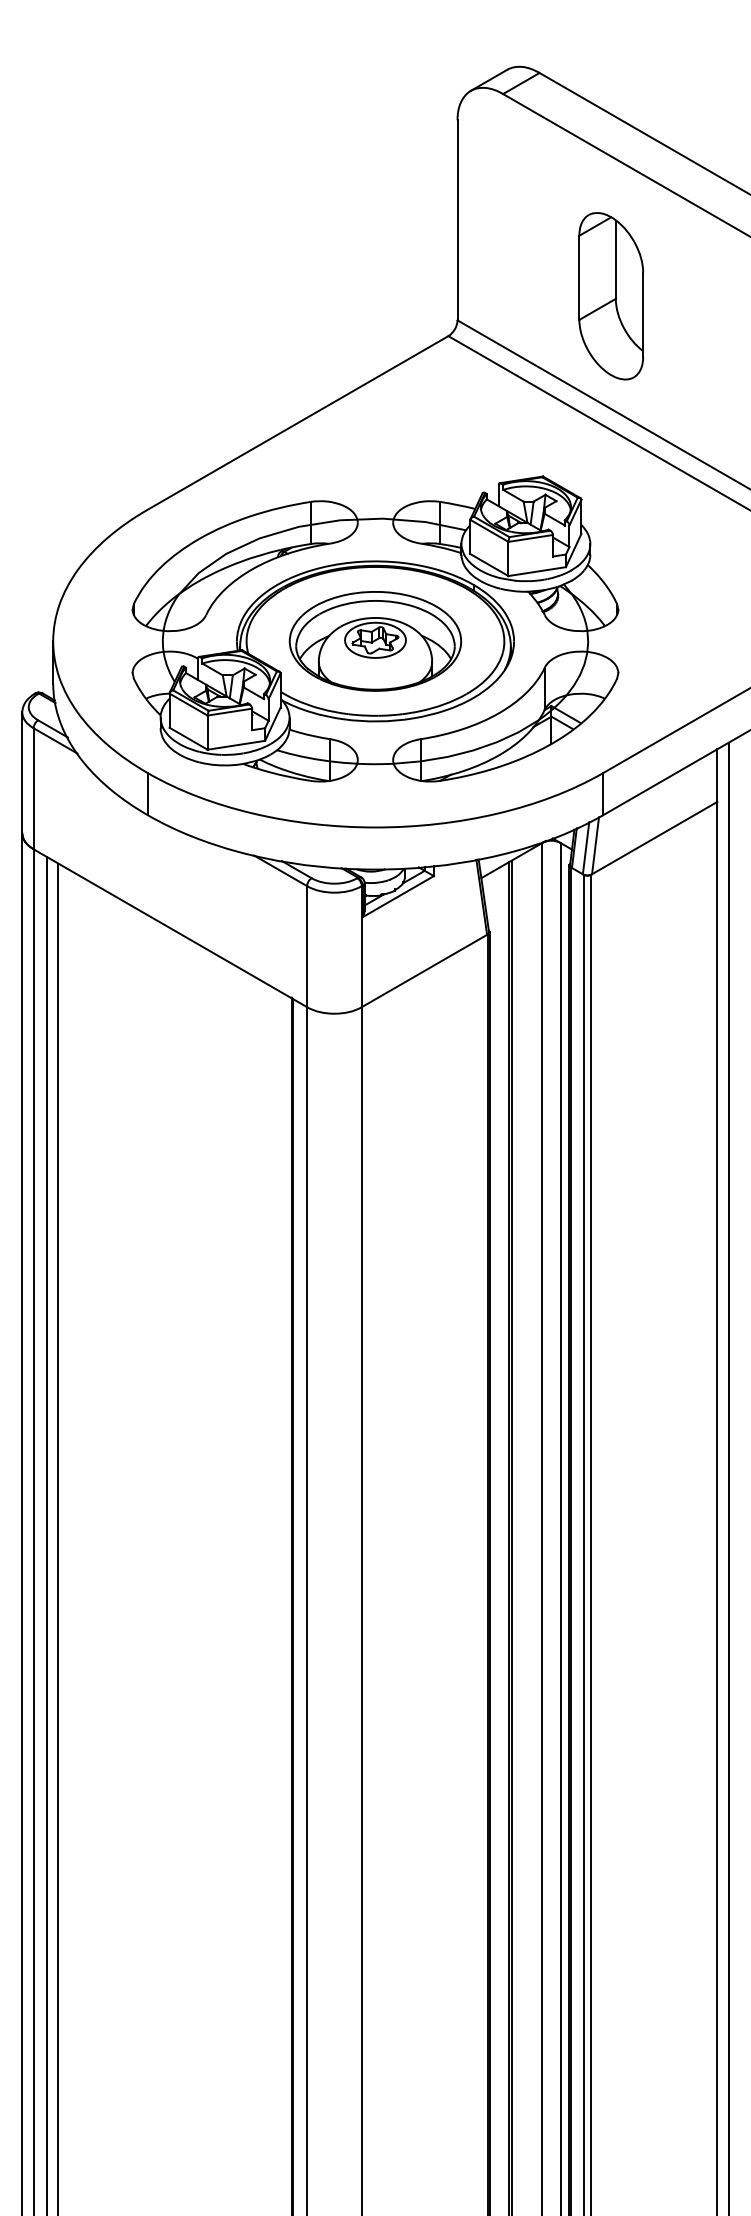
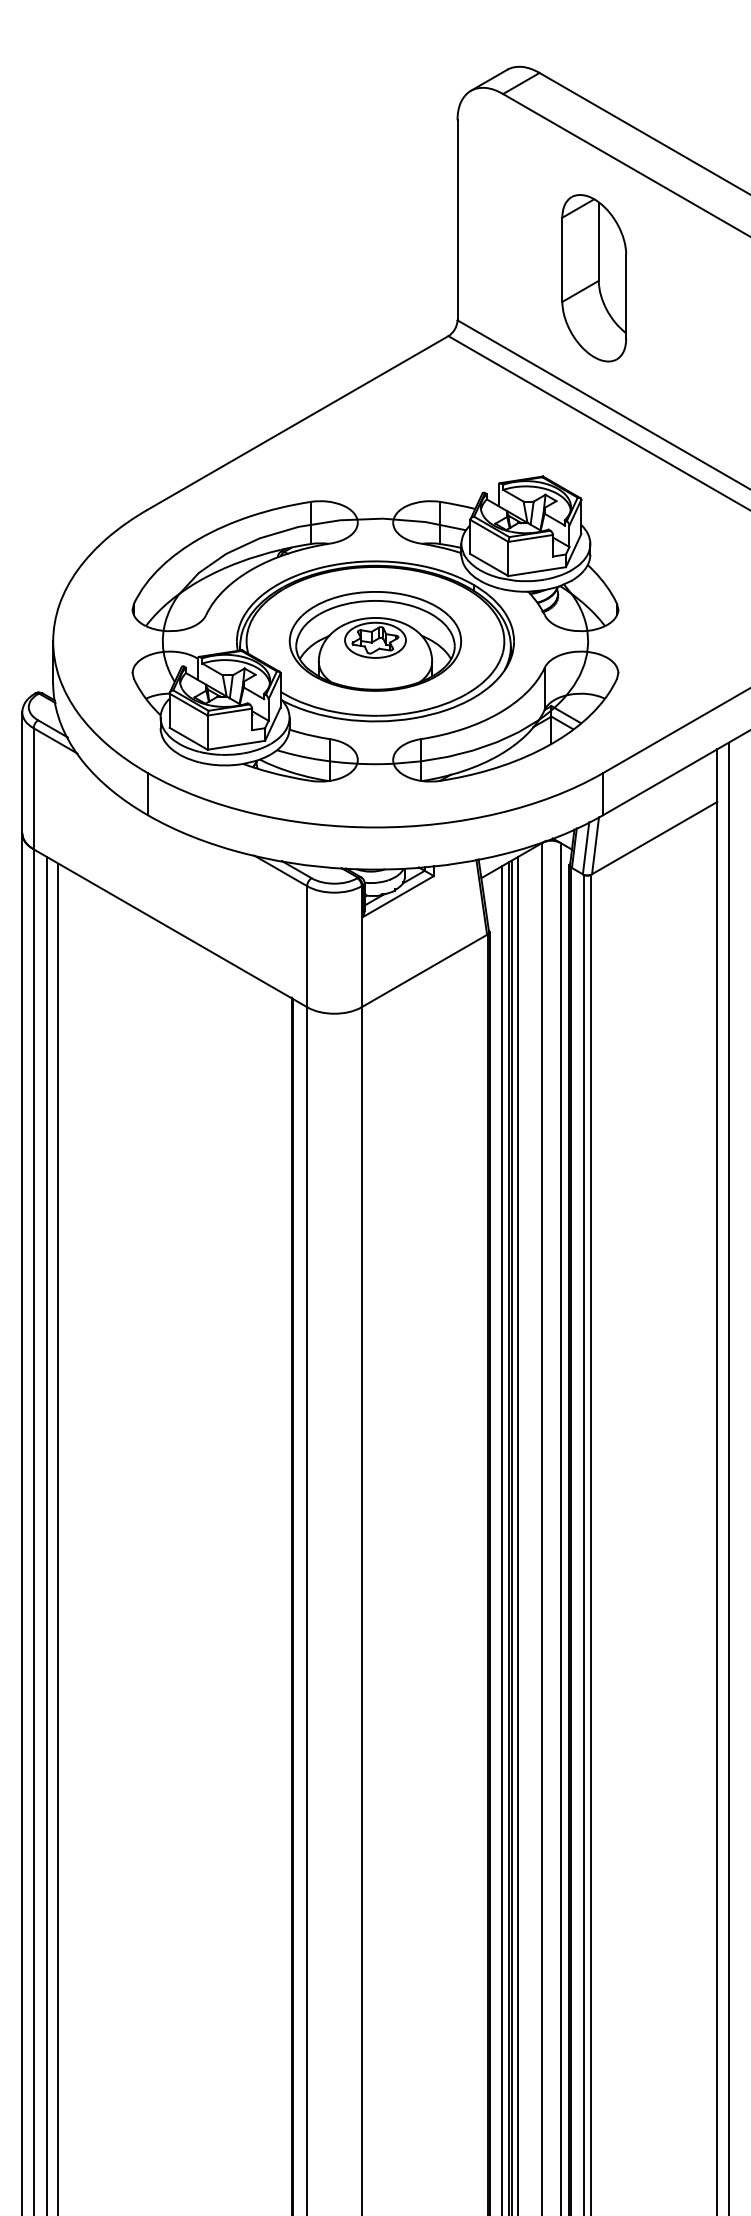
part at (611, 296) position: (611, 296) -> (594, 278)
line at (518, 1534): none -> present
line at (502, 1539): none -> present
